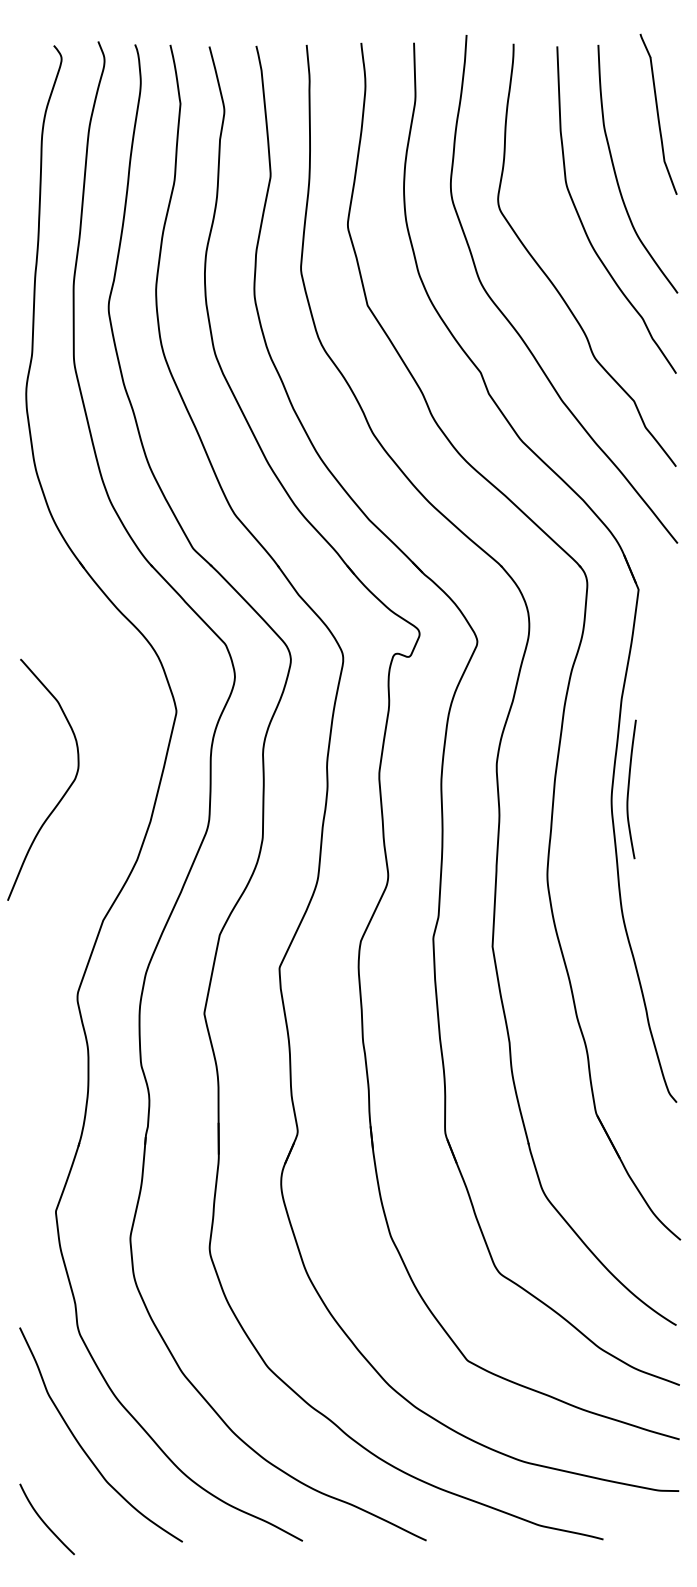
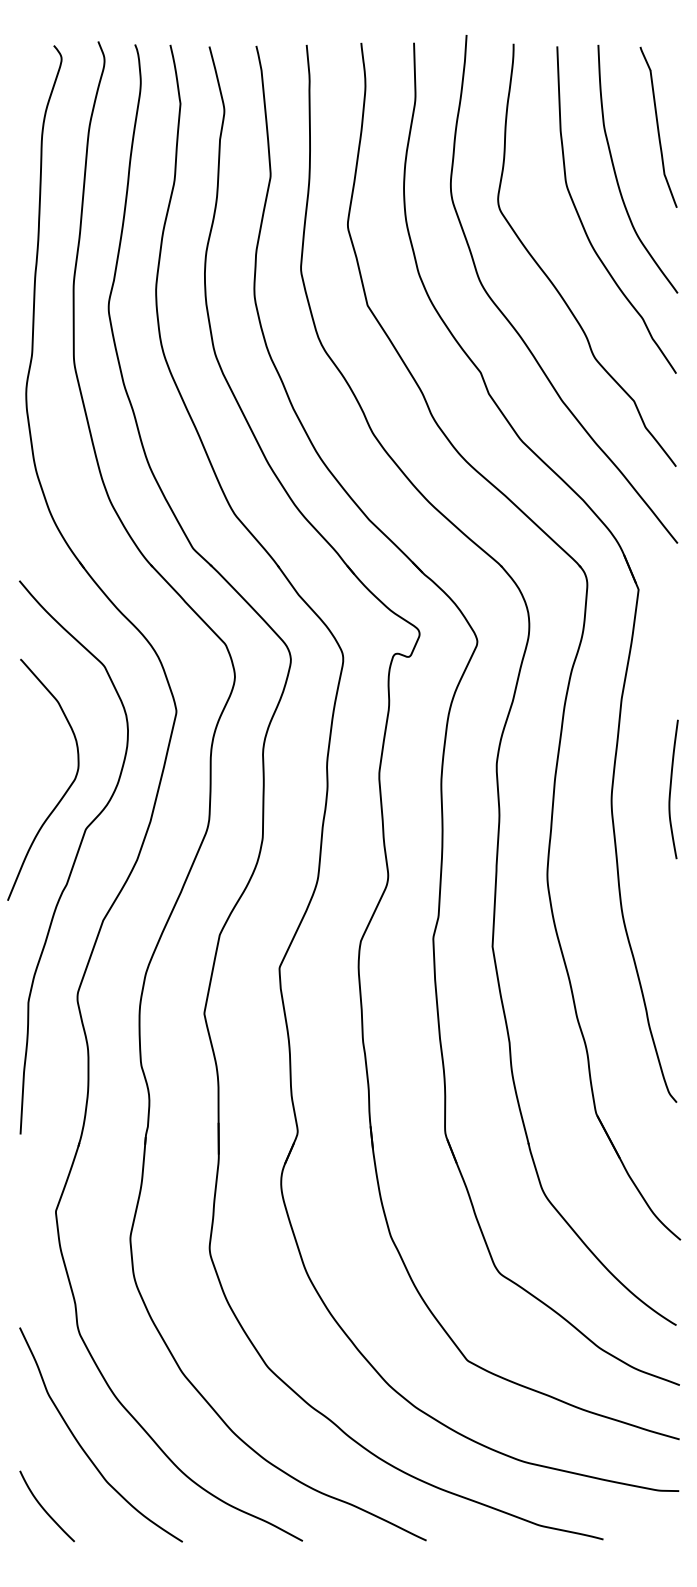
curve at (658, 113) position: (658, 113) -> (658, 126)
curve at (629, 789) position: (629, 789) -> (671, 789)
curve at (74, 858): none -> present
curve at (44, 1521) position: (44, 1521) -> (44, 1508)
